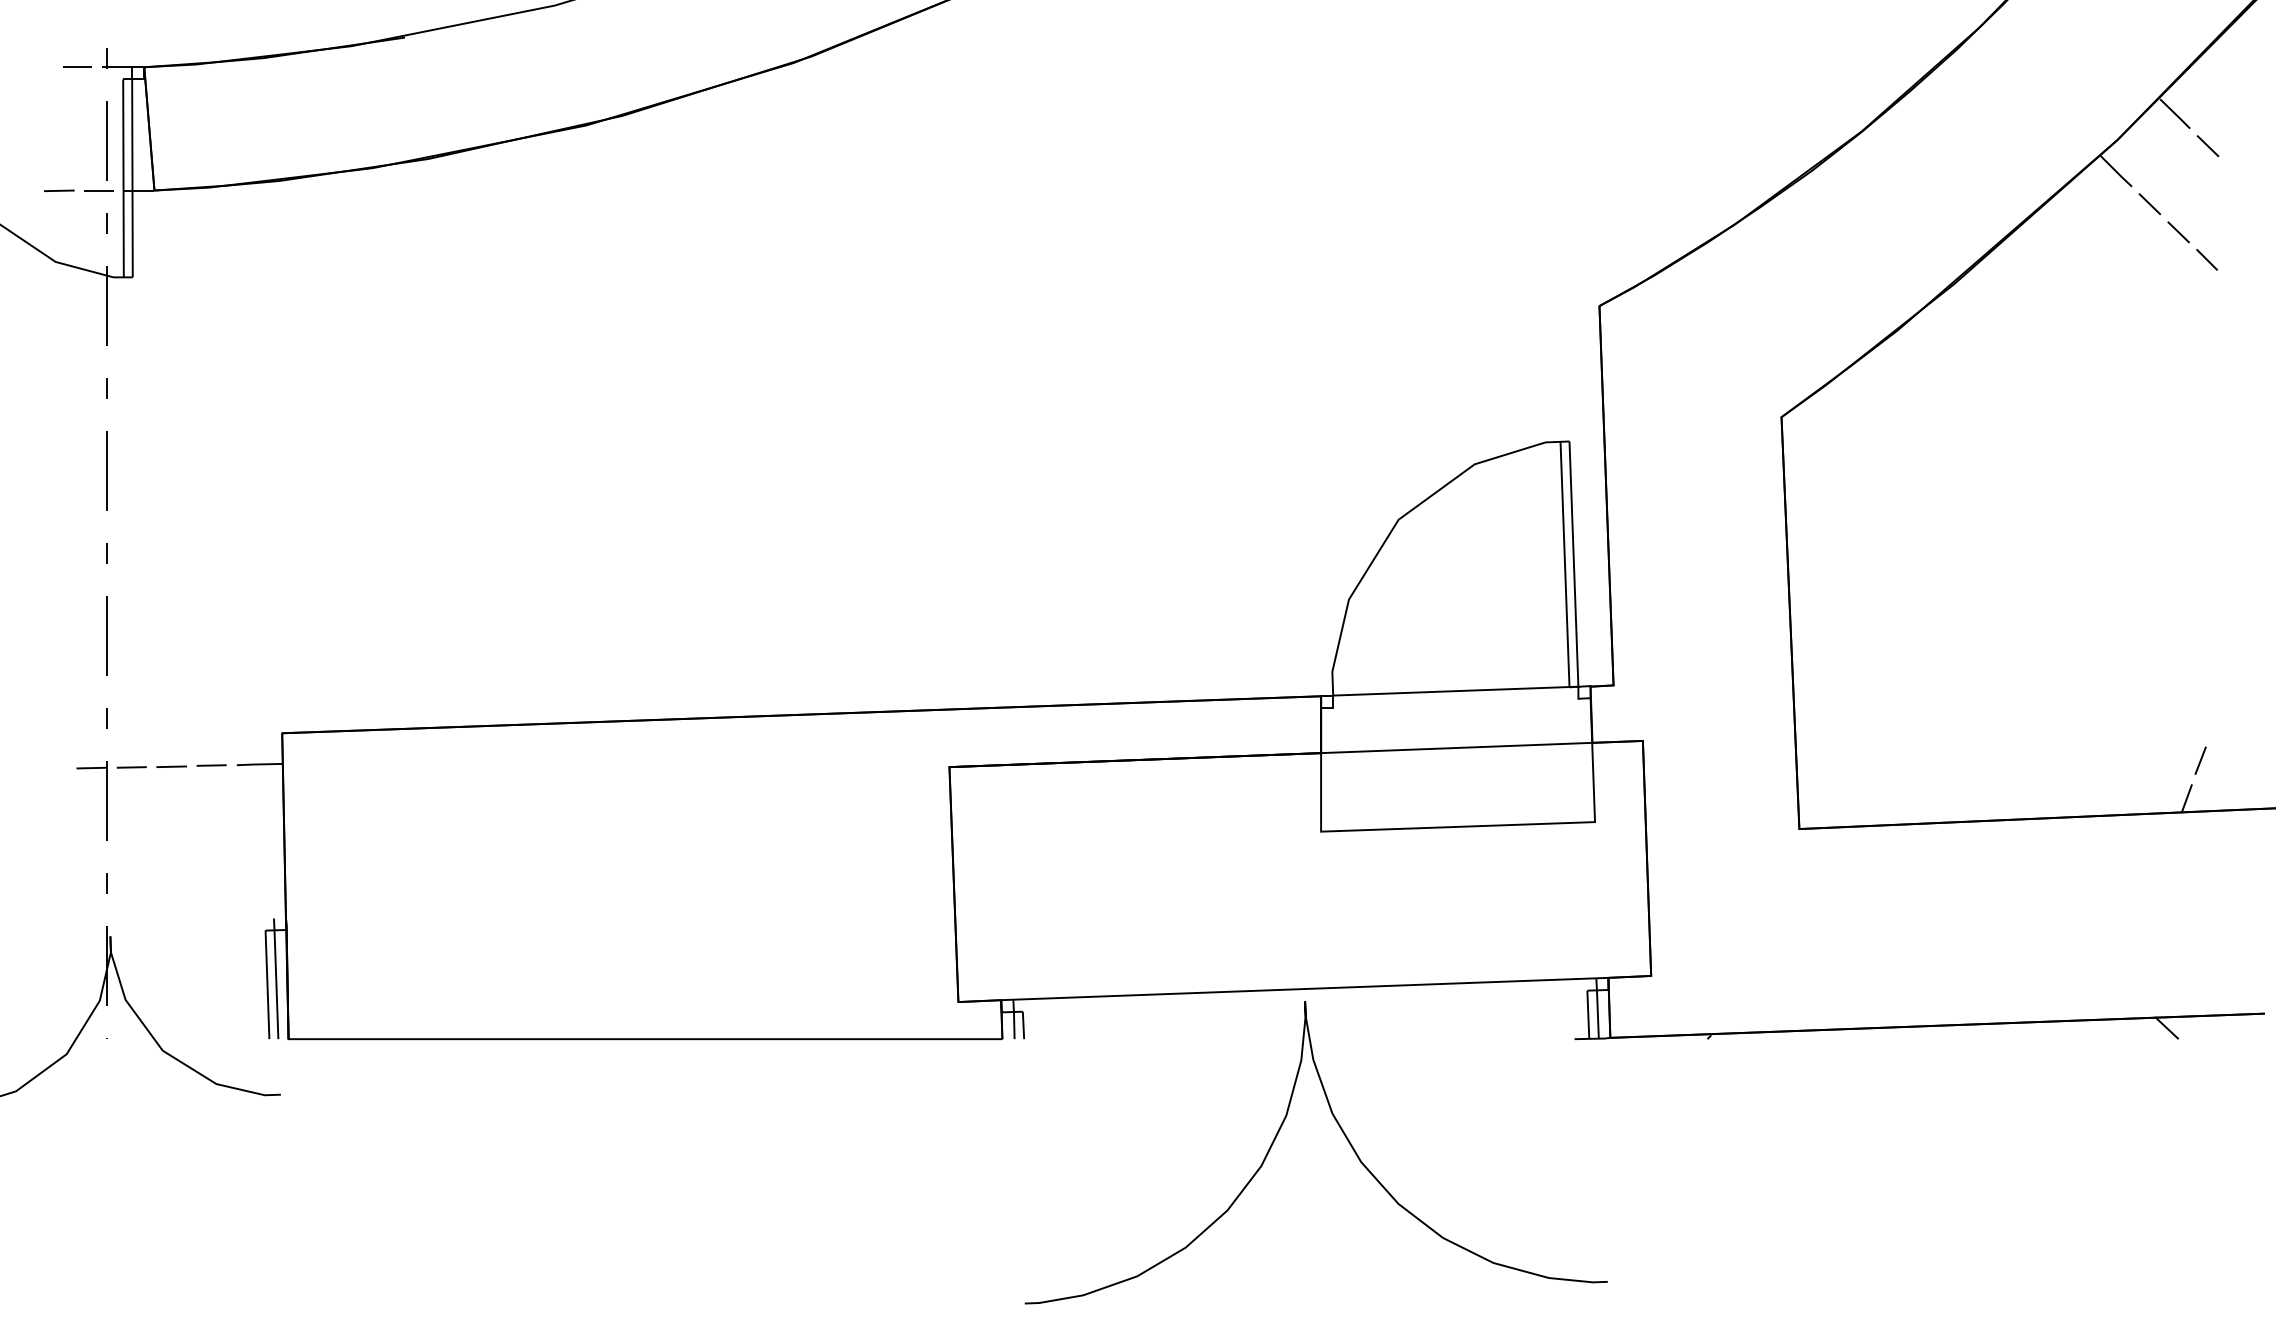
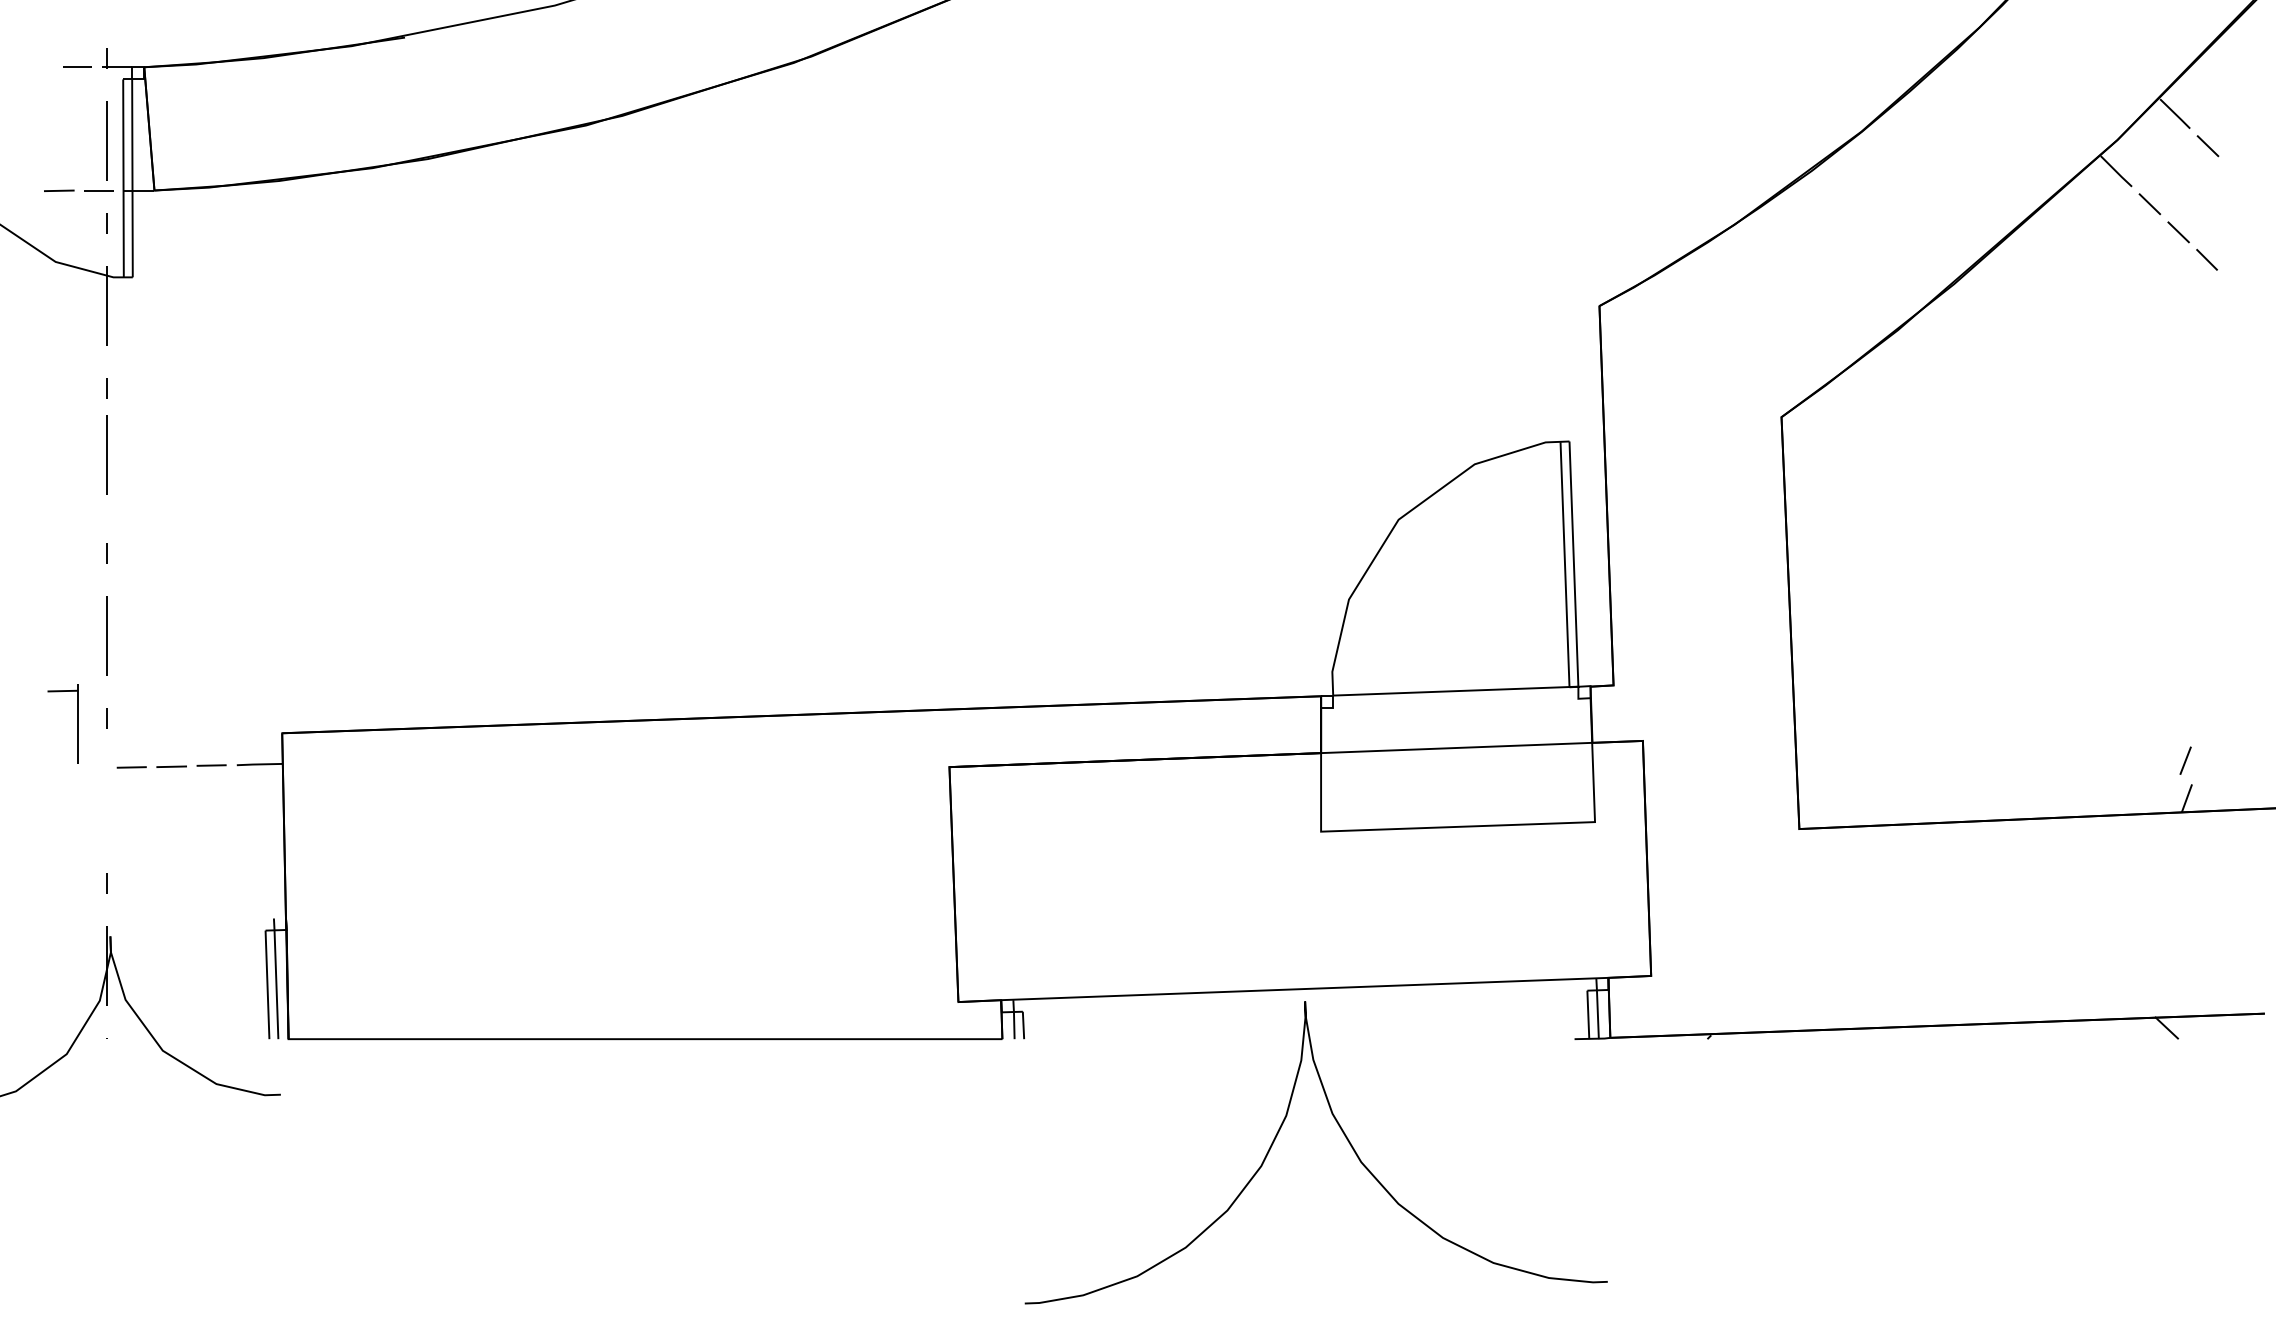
line at (106, 470) position: (106, 470) -> (106, 454)
line at (2200, 760) position: (2200, 760) -> (2185, 760)
part at (106, 800) position: (106, 800) -> (77, 723)
